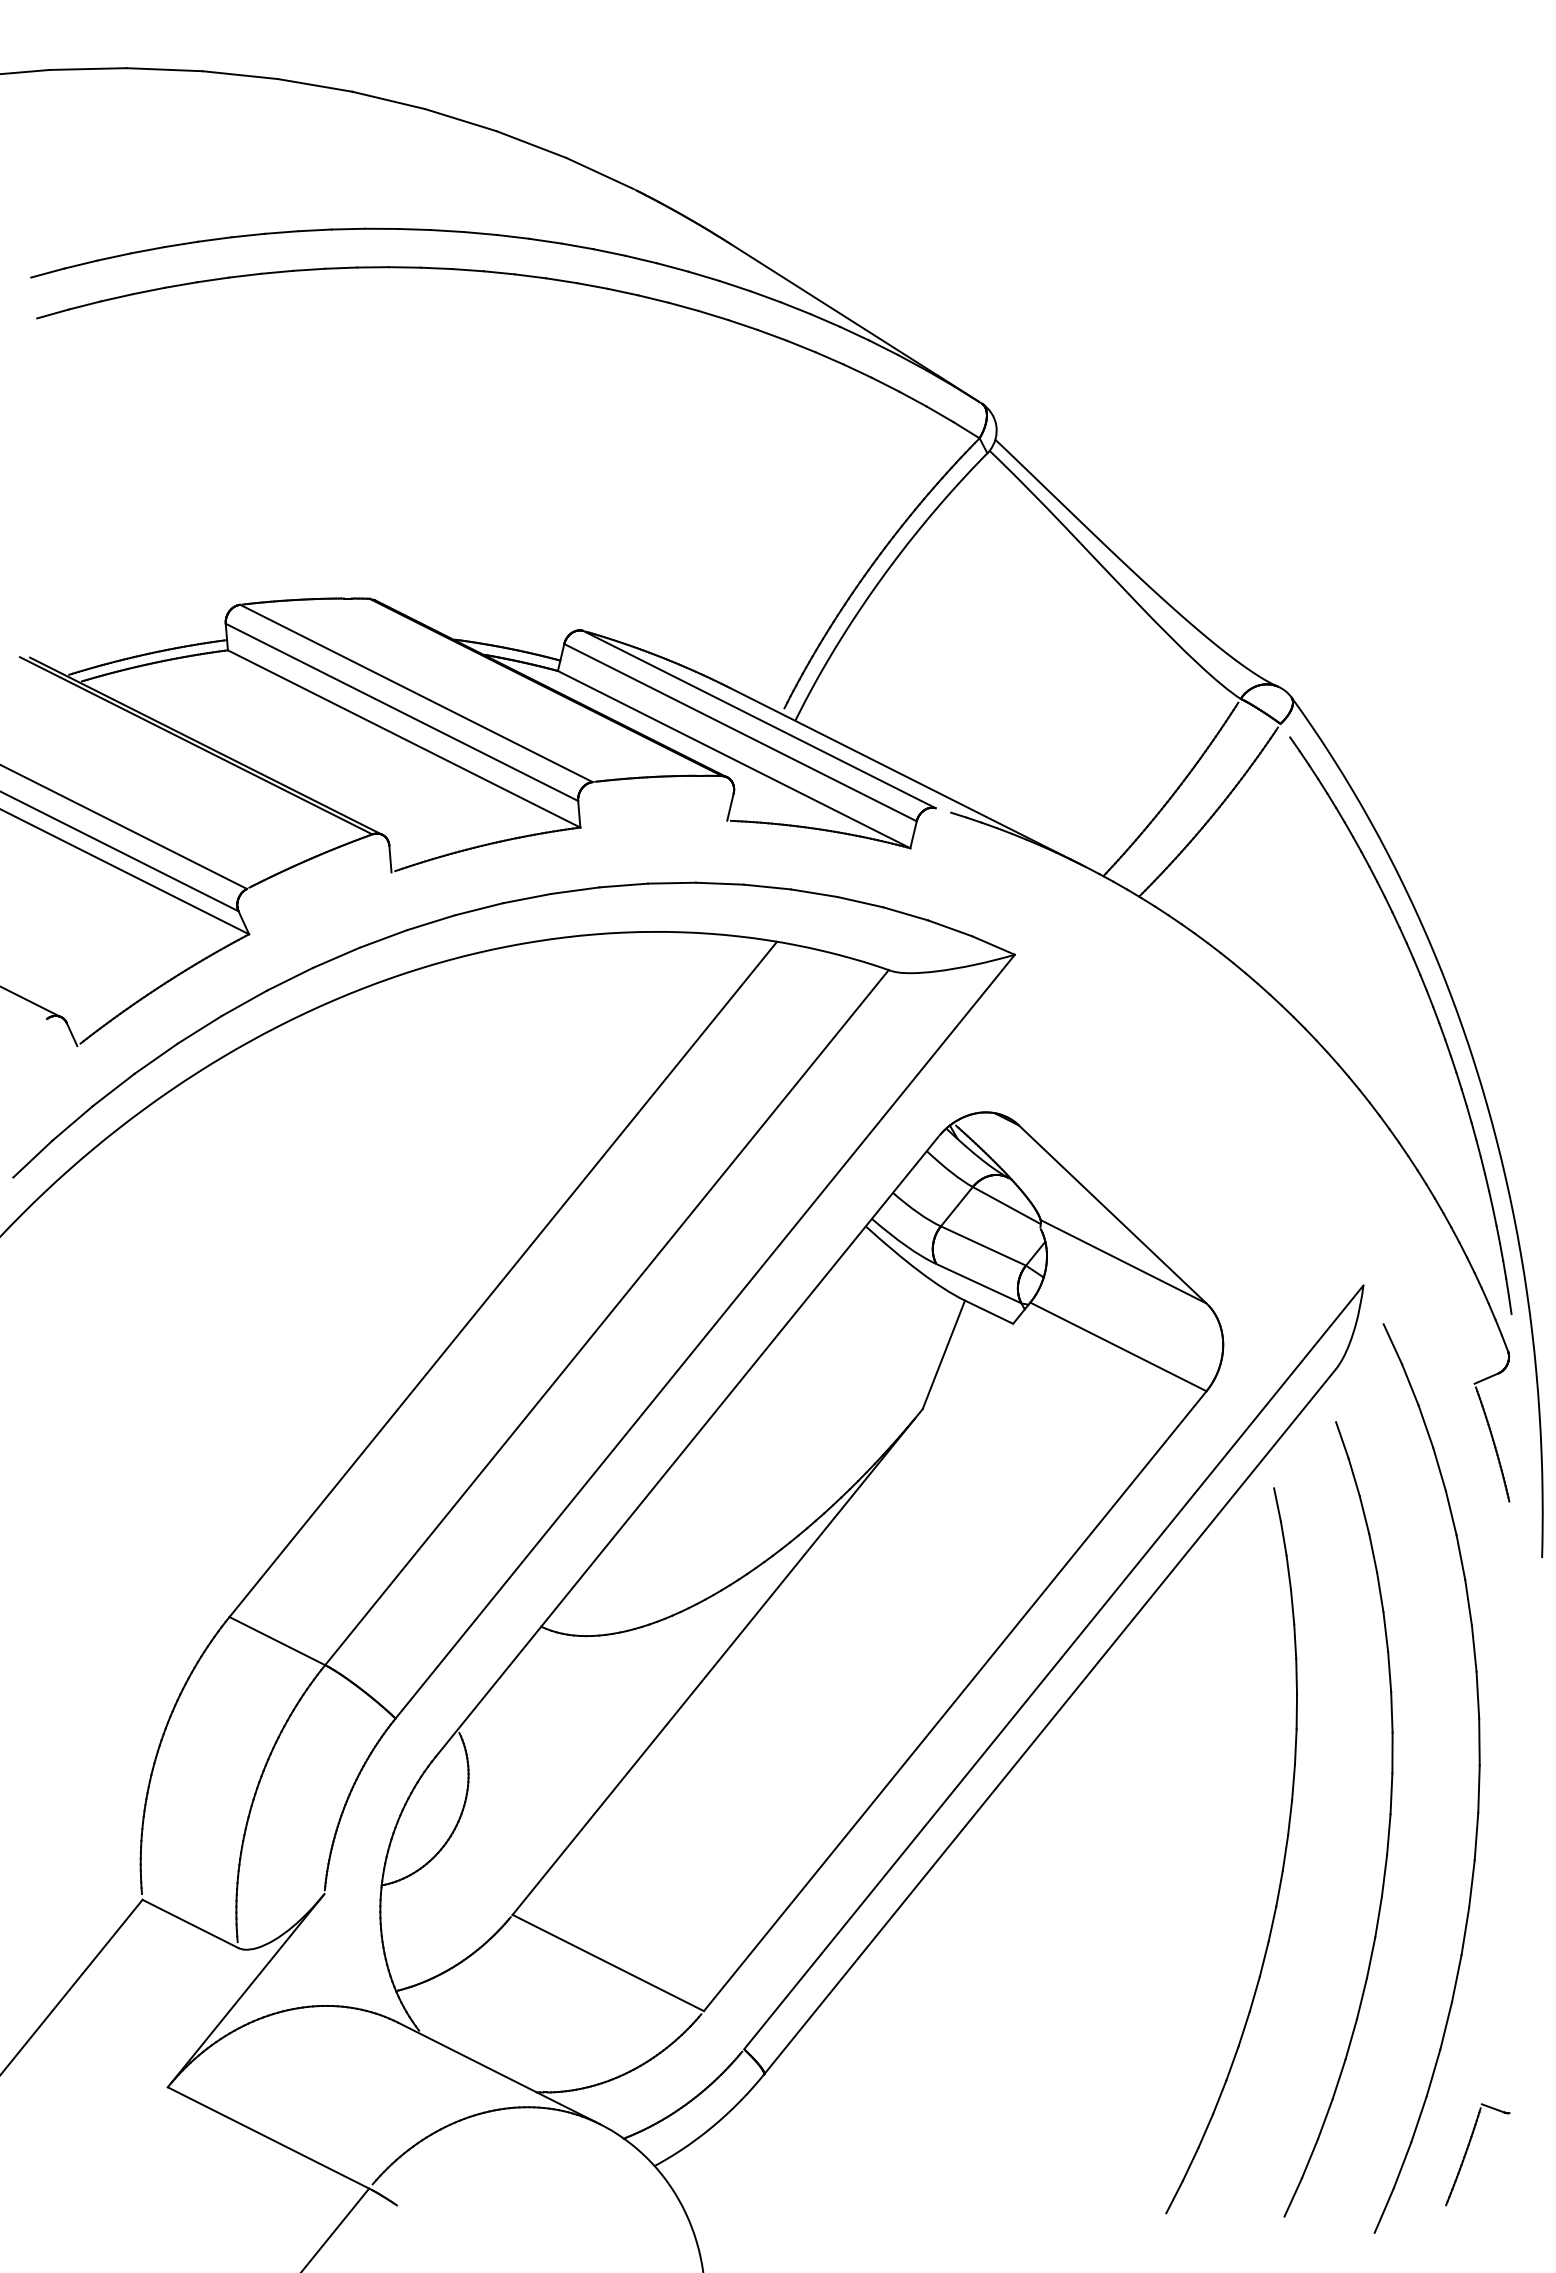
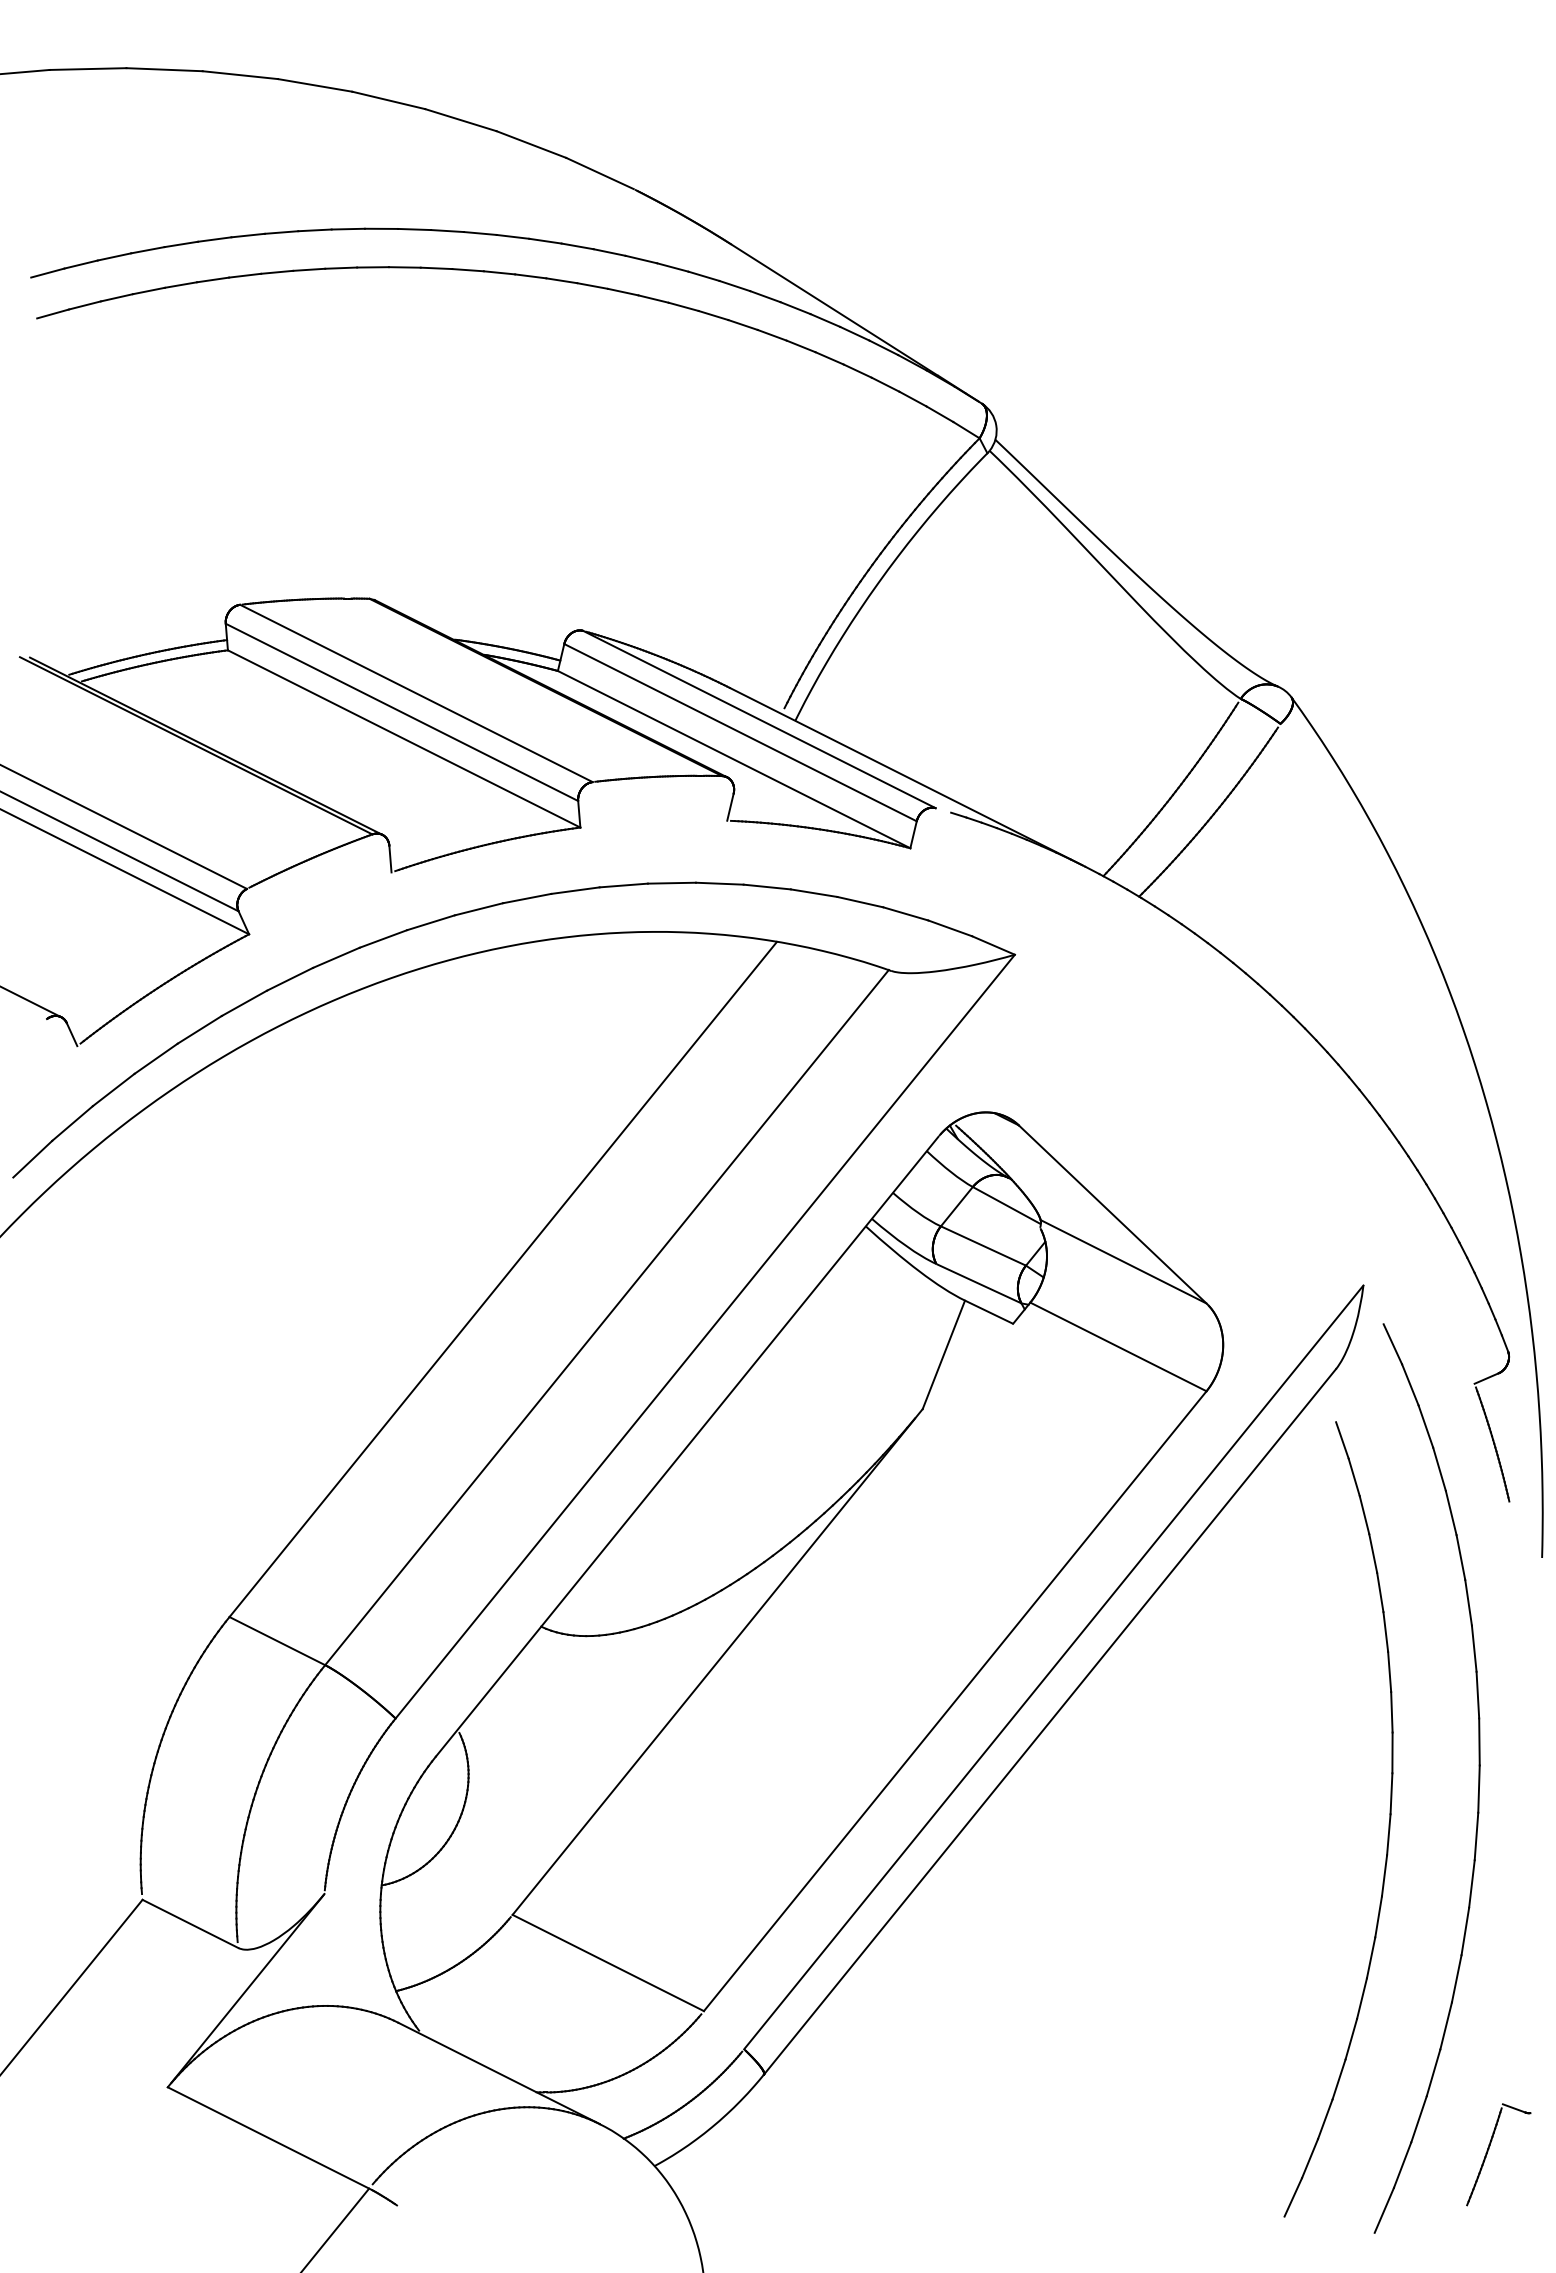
part at (1433, 1011): present -> none
part at (1283, 1857): present -> none
part at (1468, 2149) position: (1468, 2149) -> (1489, 2149)
